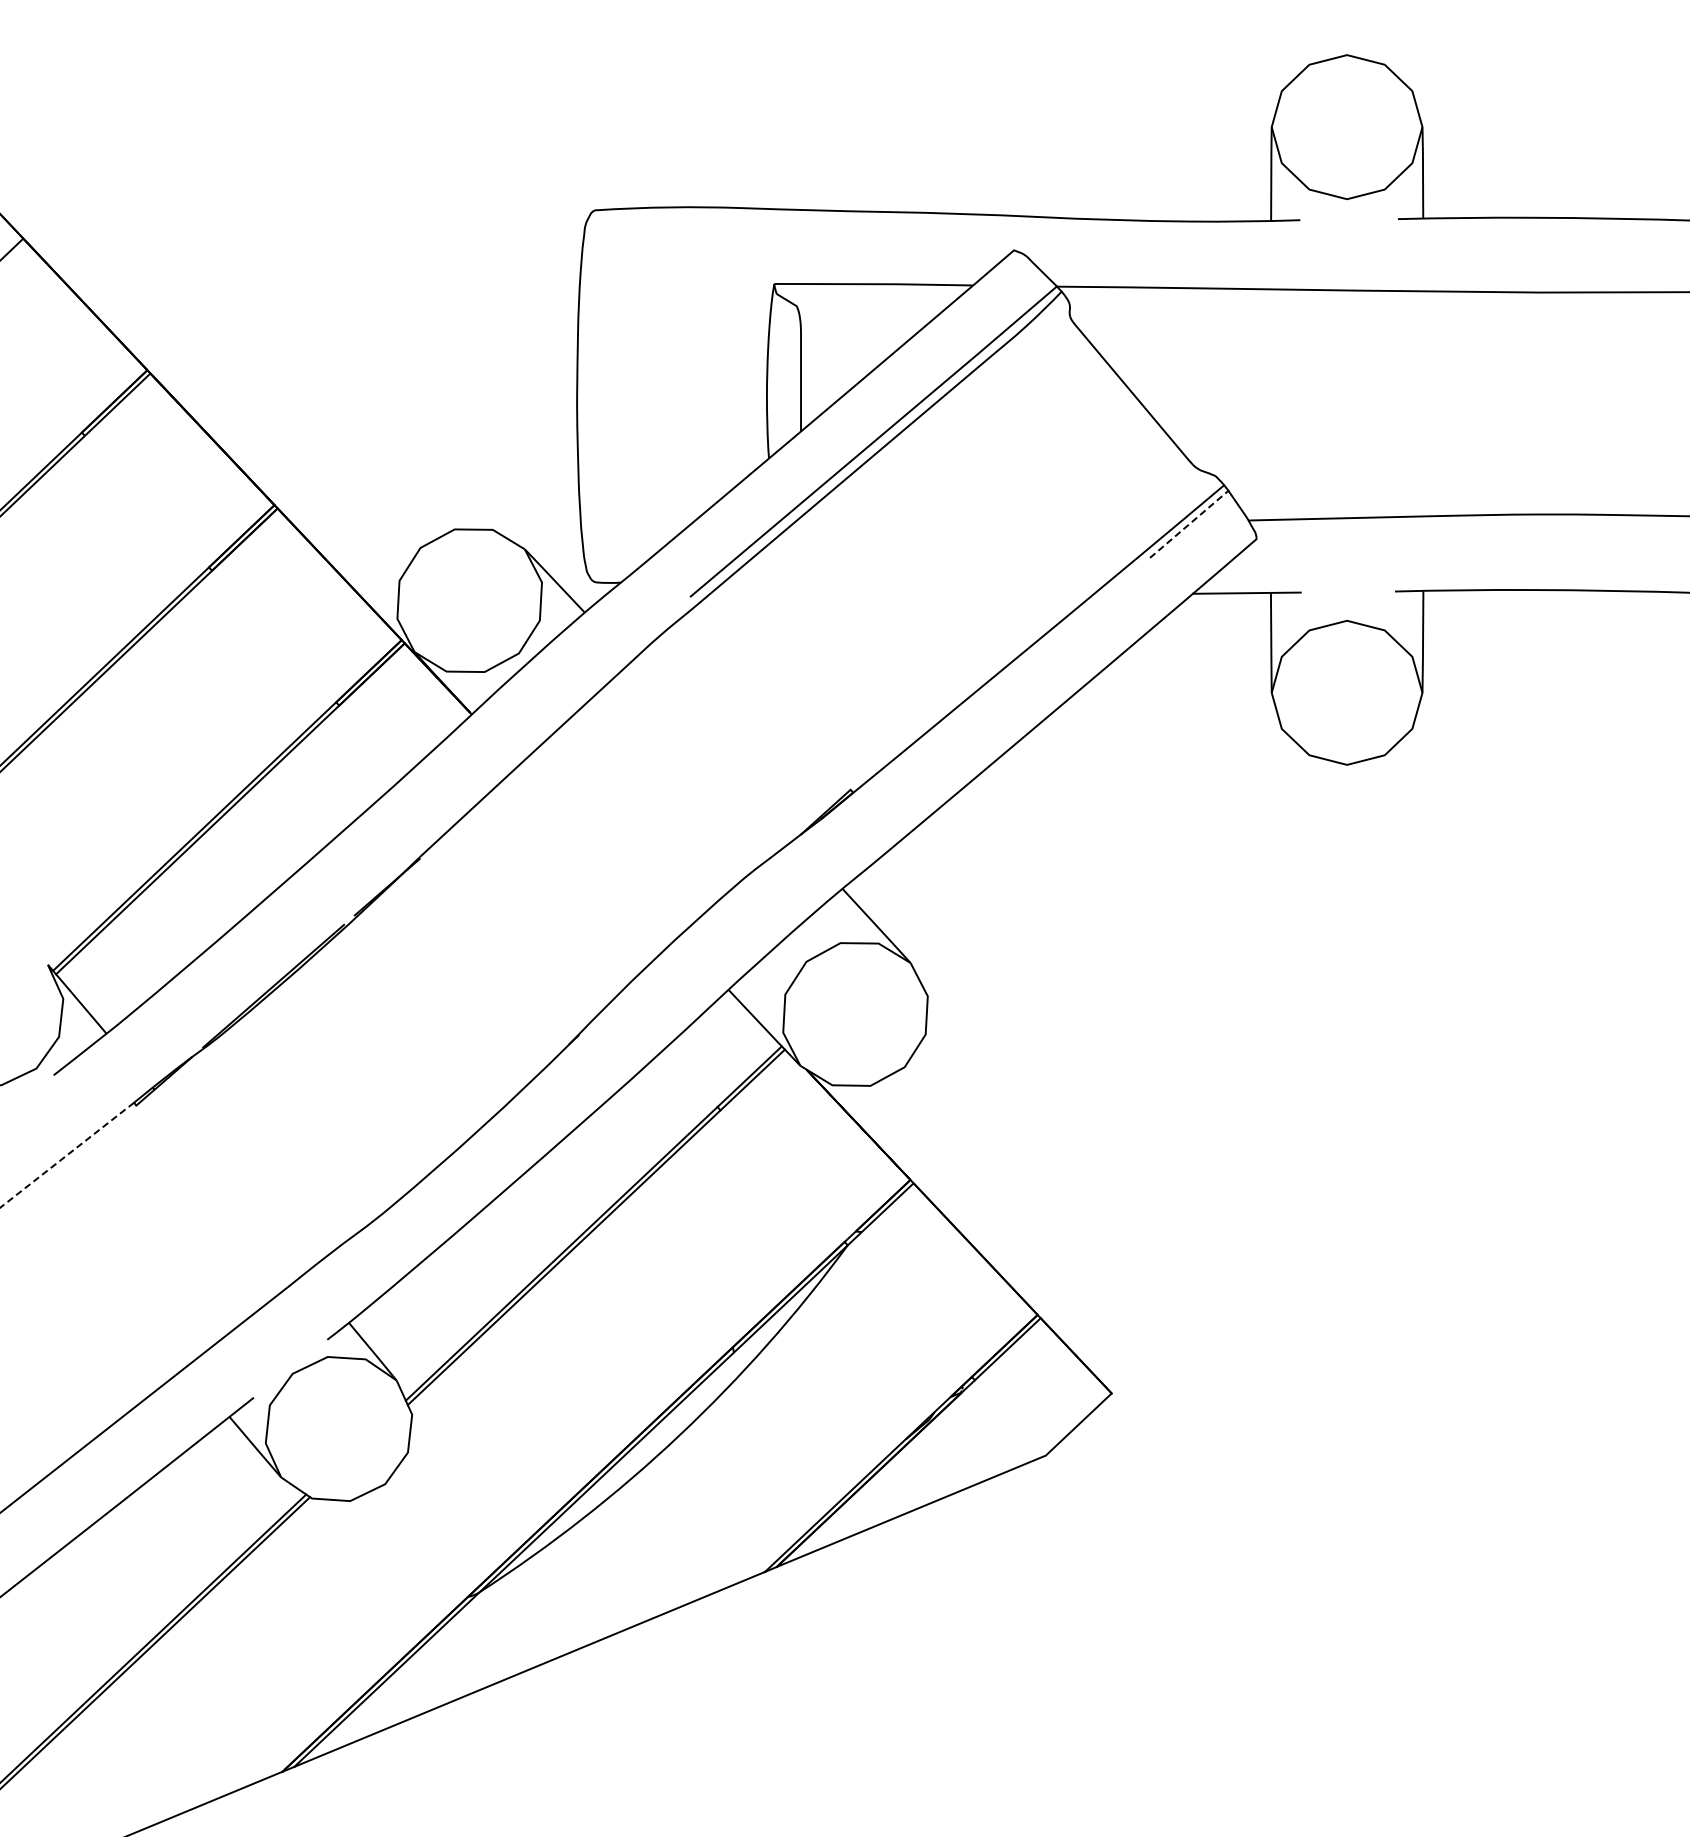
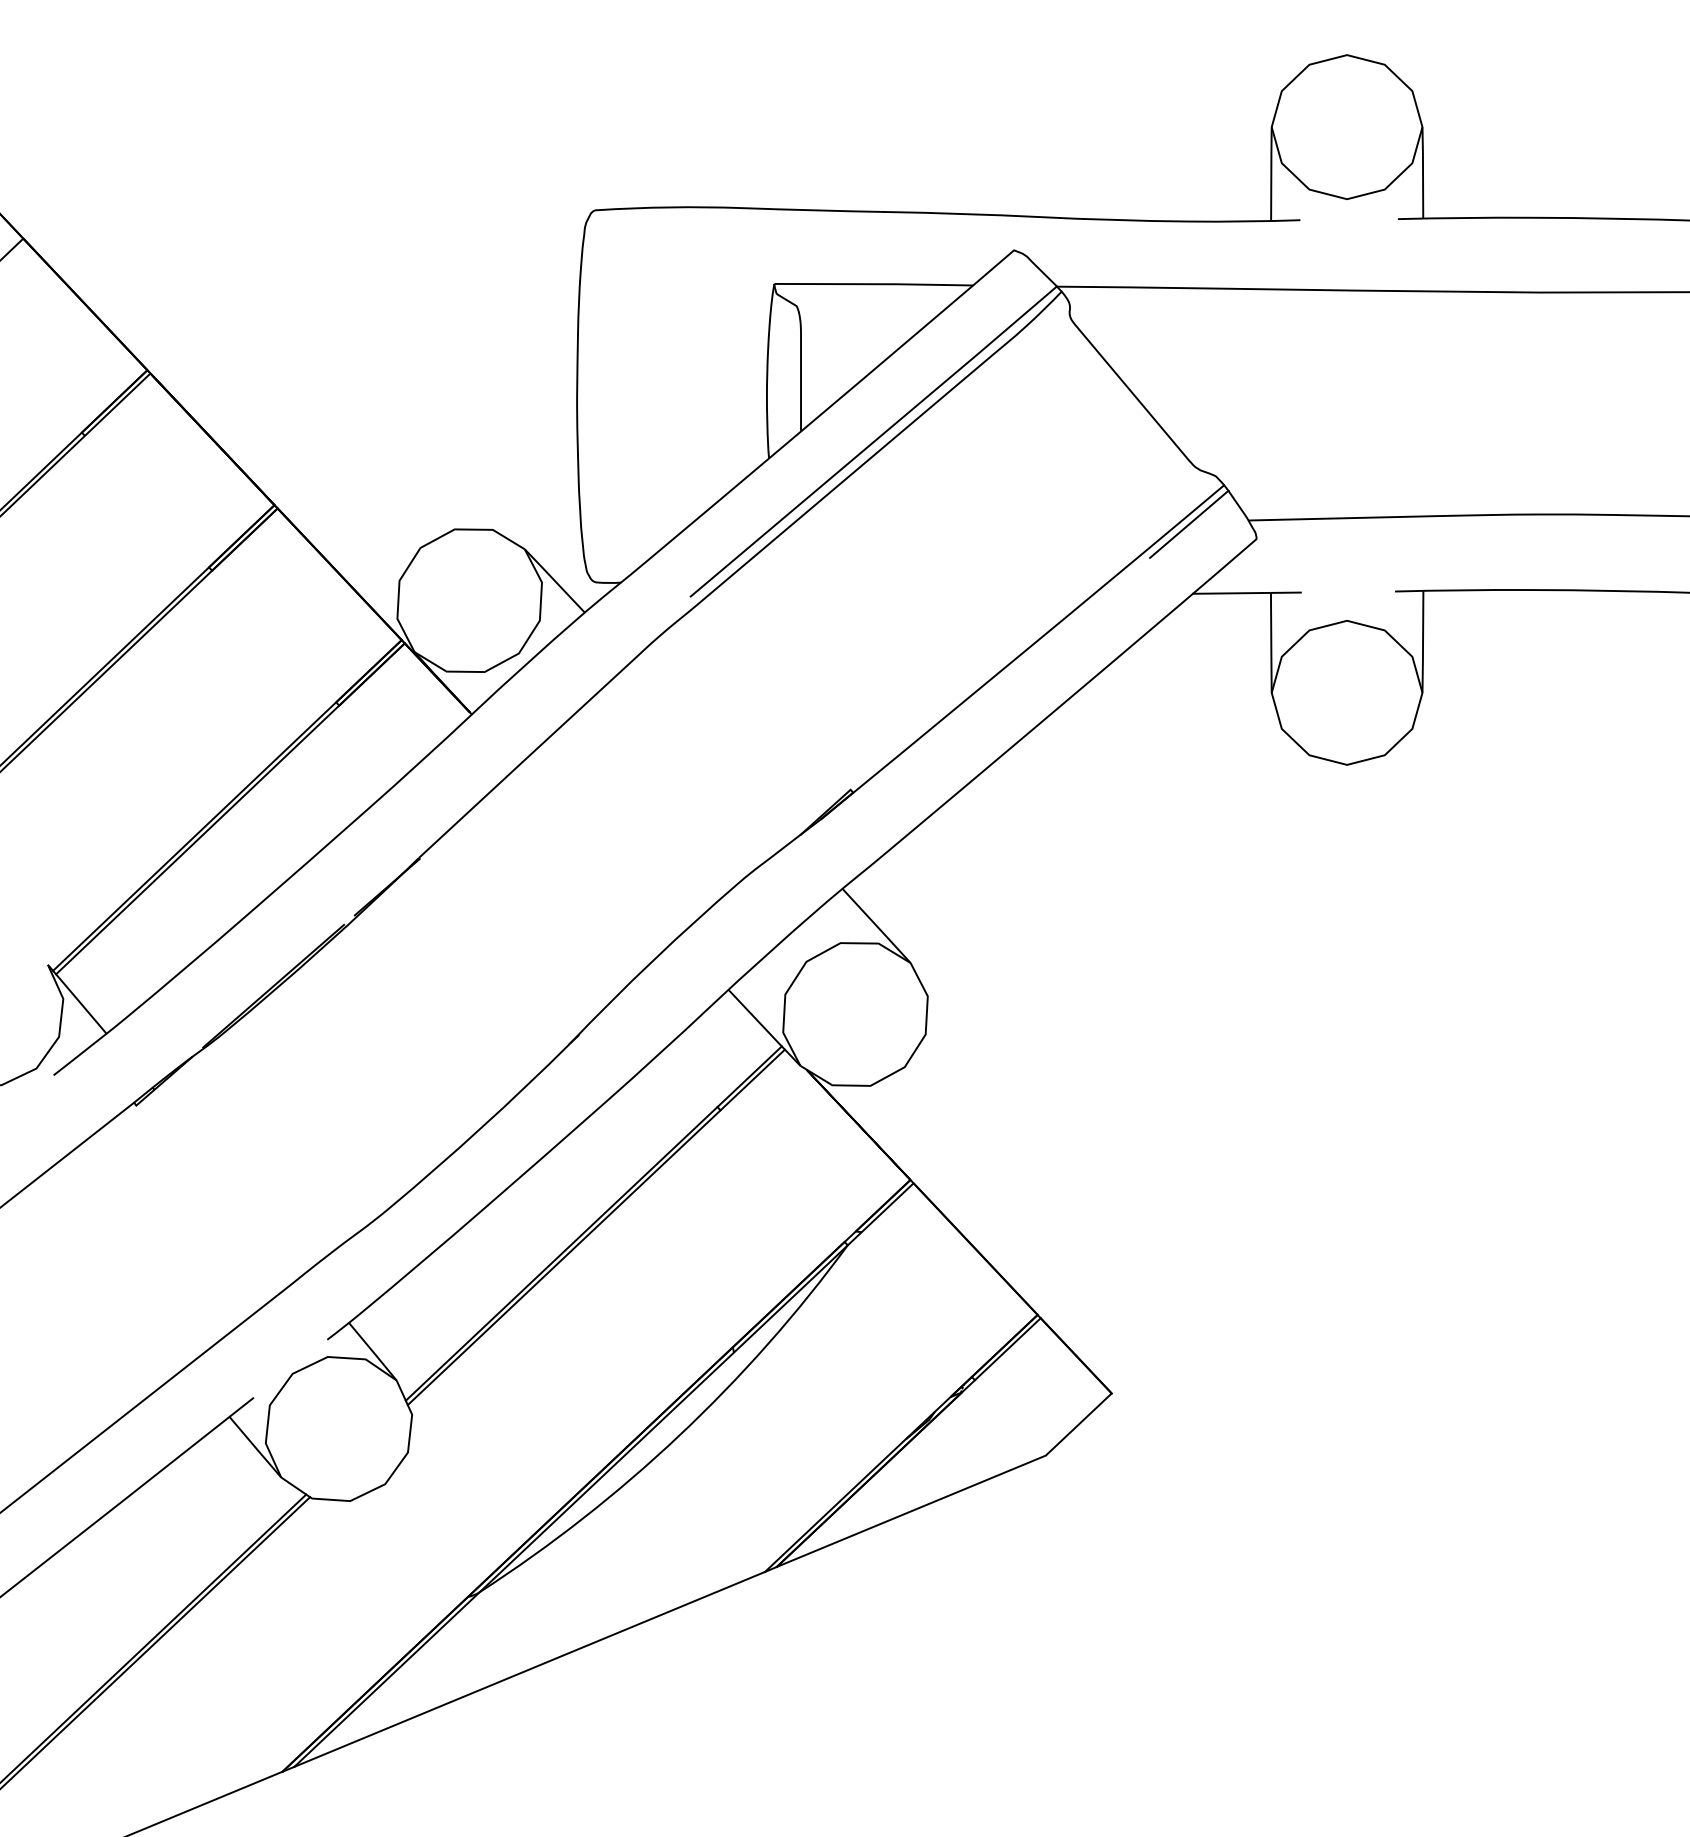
line at (1189, 524): dashed -> solid
line at (67, 1155): dashed -> solid
